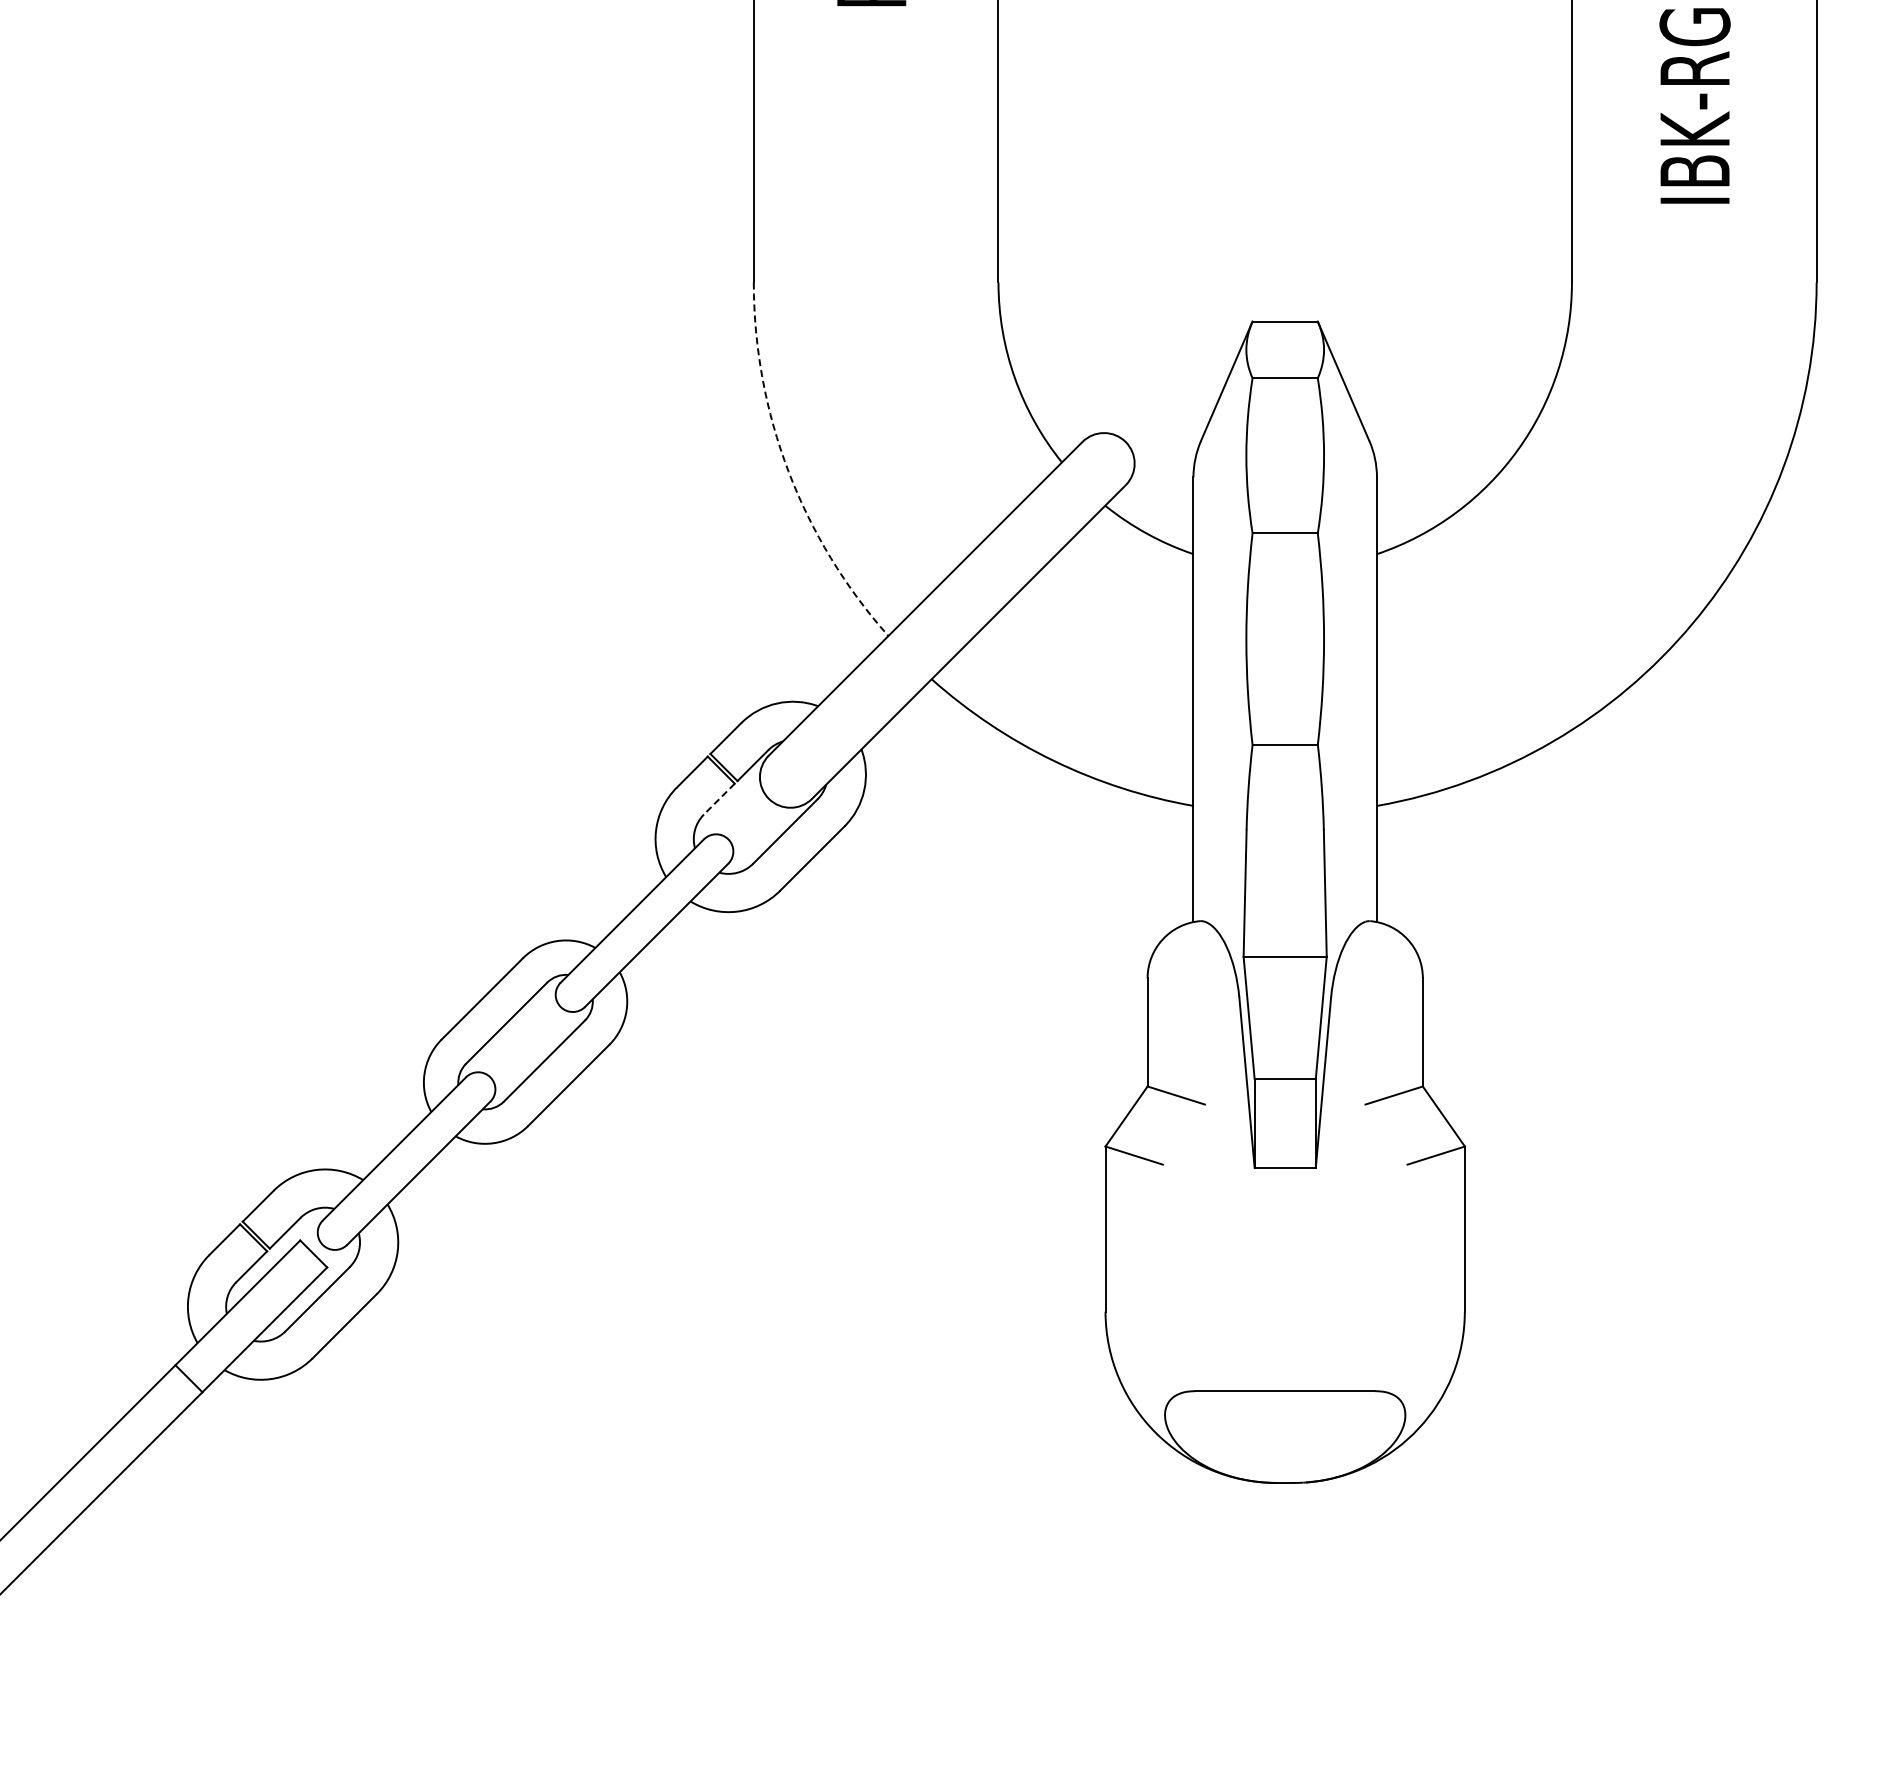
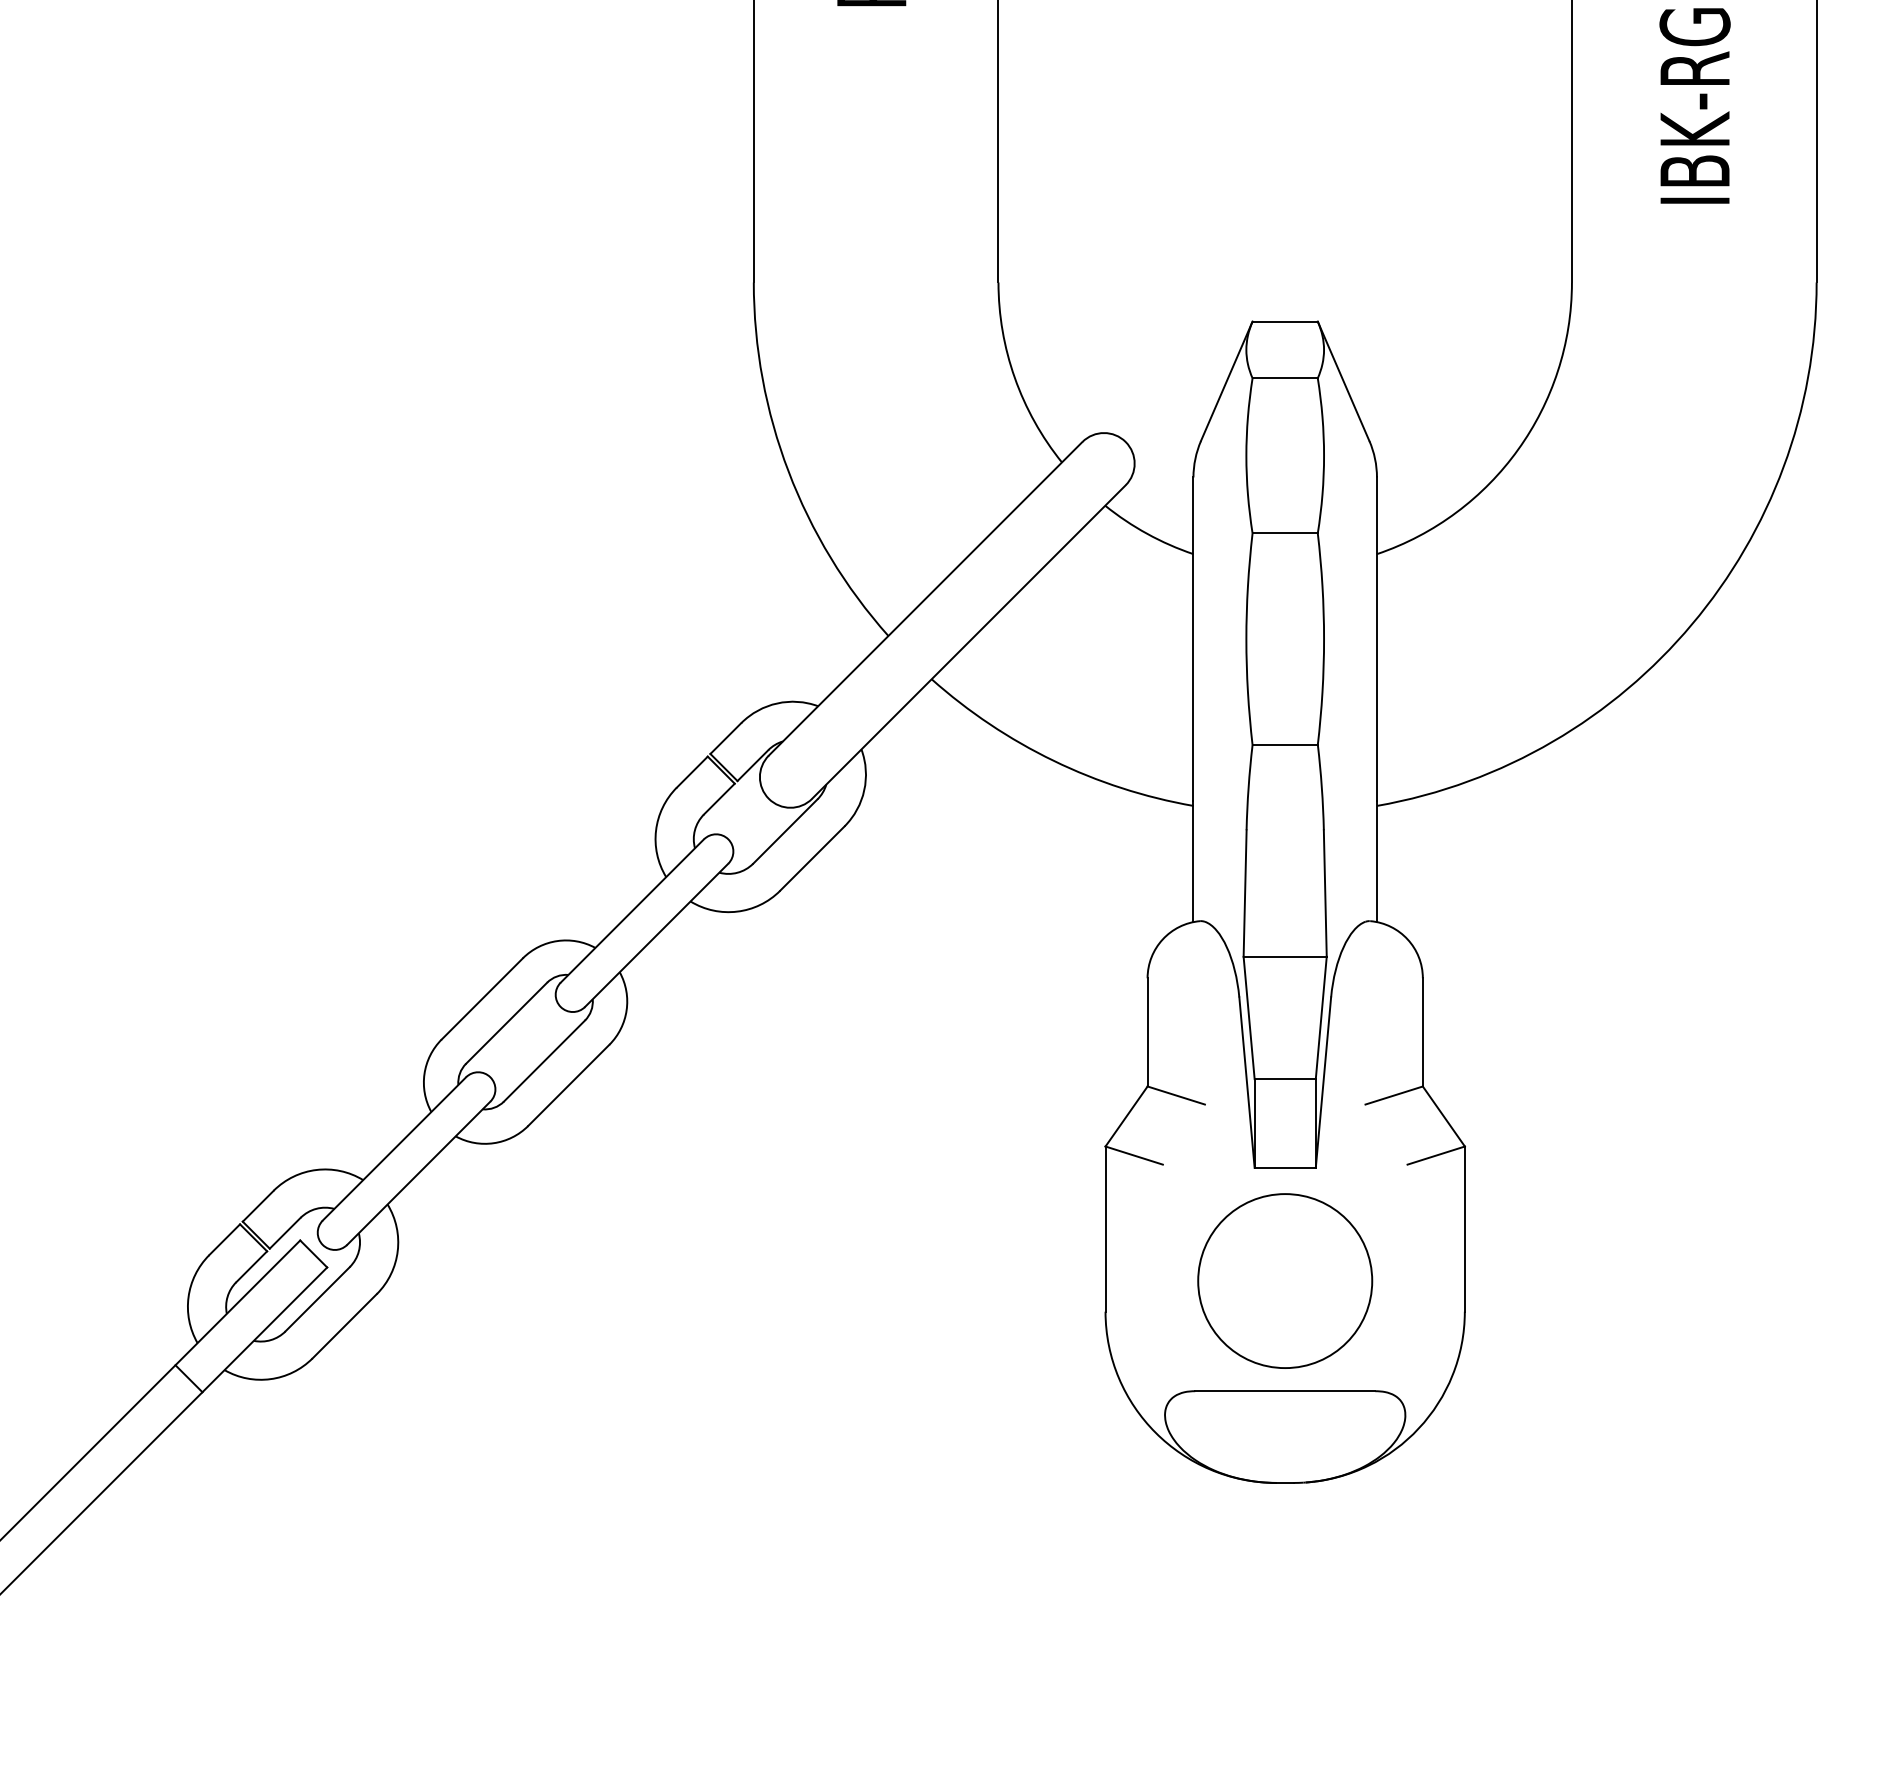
arc at (788, 471): dashed -> solid
line at (719, 799): dashed -> solid
circle at (1285, 1280): none -> present
